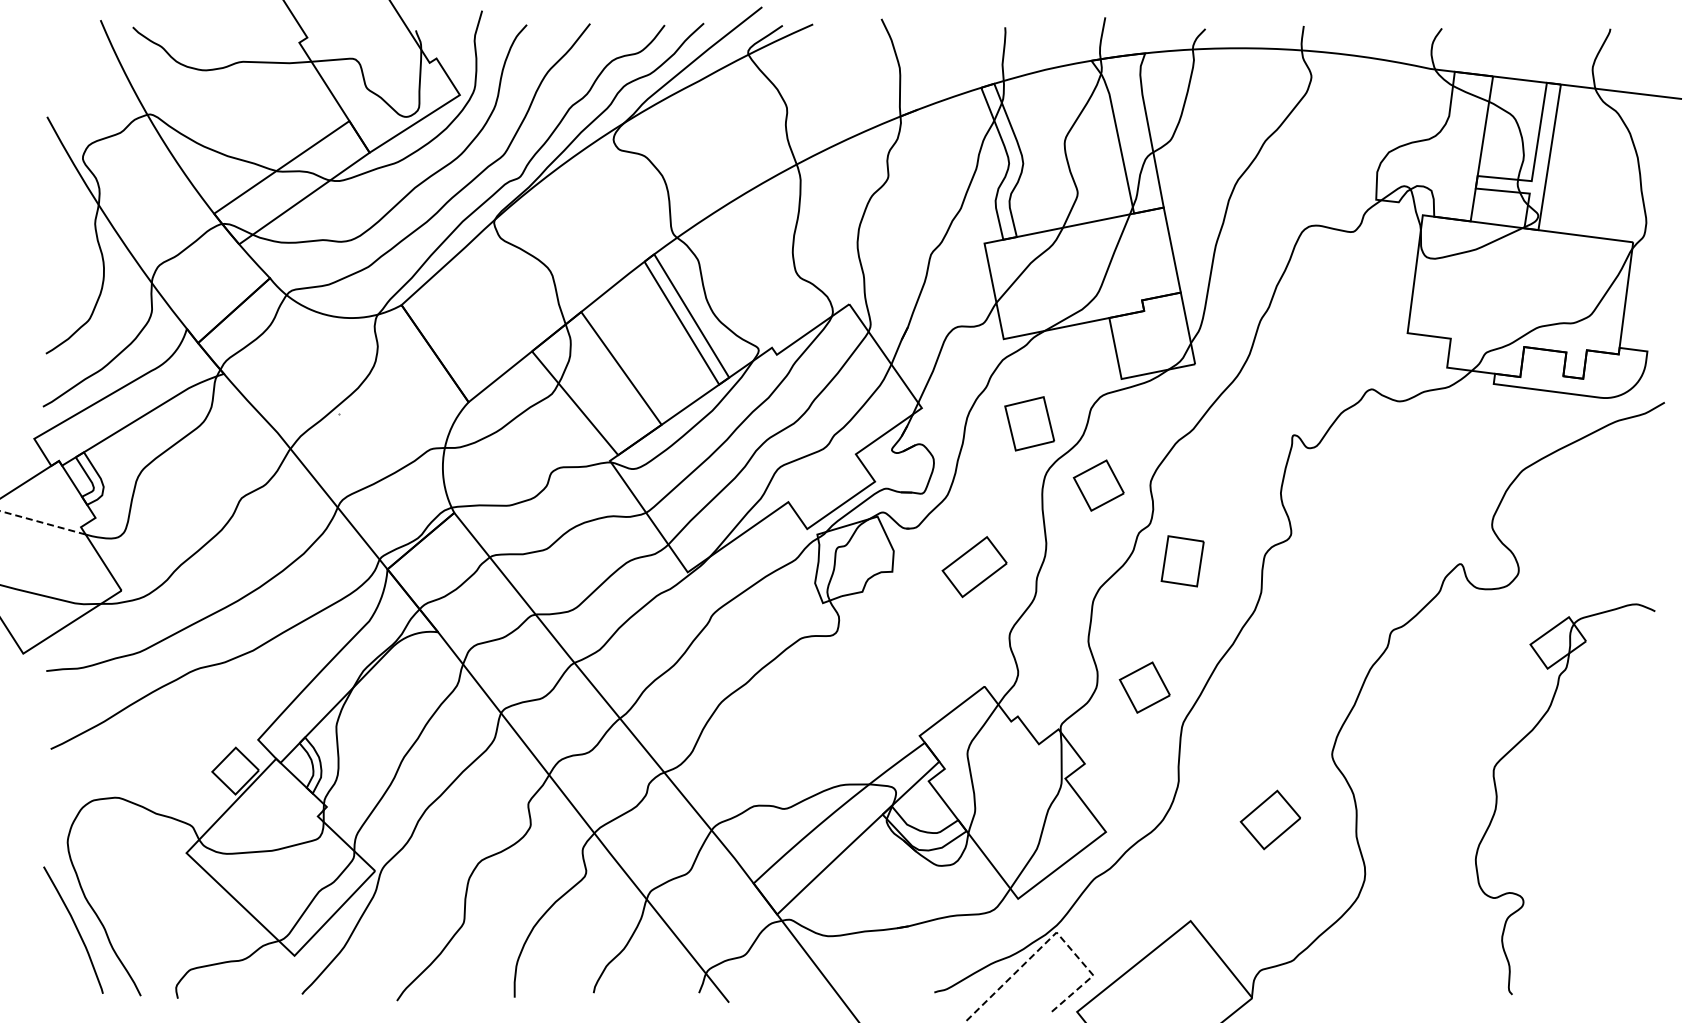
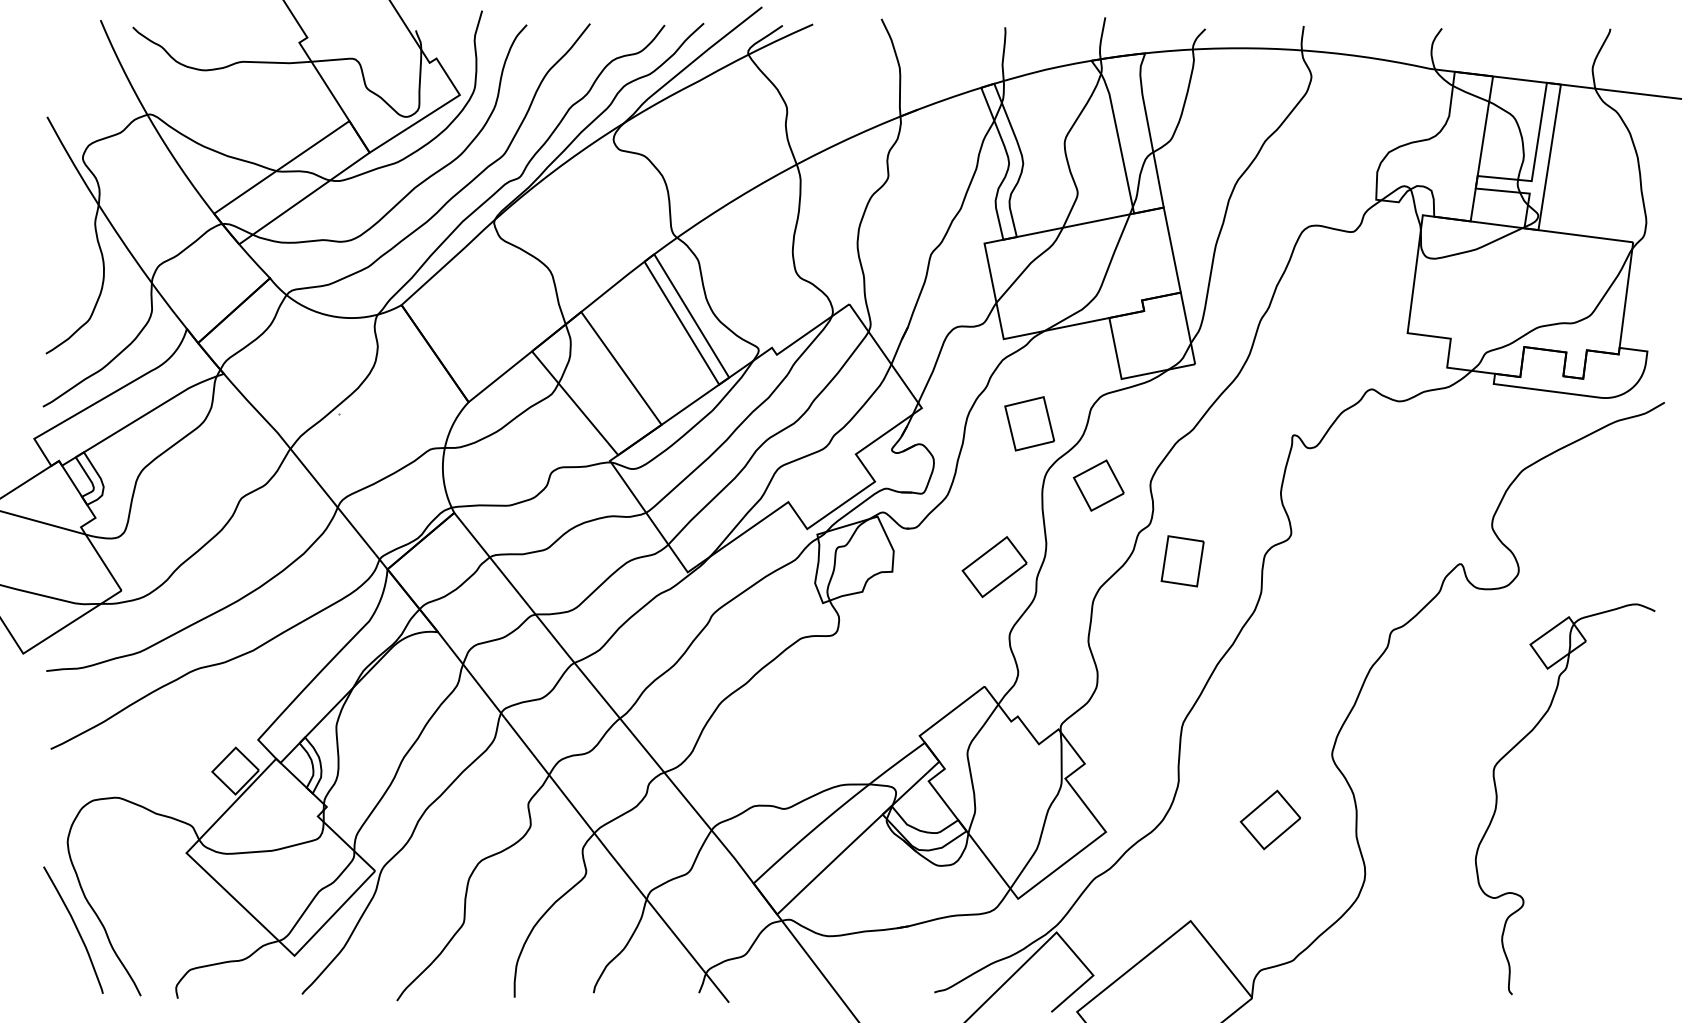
line at (42, 522): dashed -> solid
part at (974, 567) position: (974, 567) -> (994, 567)
part at (1144, 687): present -> none
line at (1051, 937): dashed -> solid
